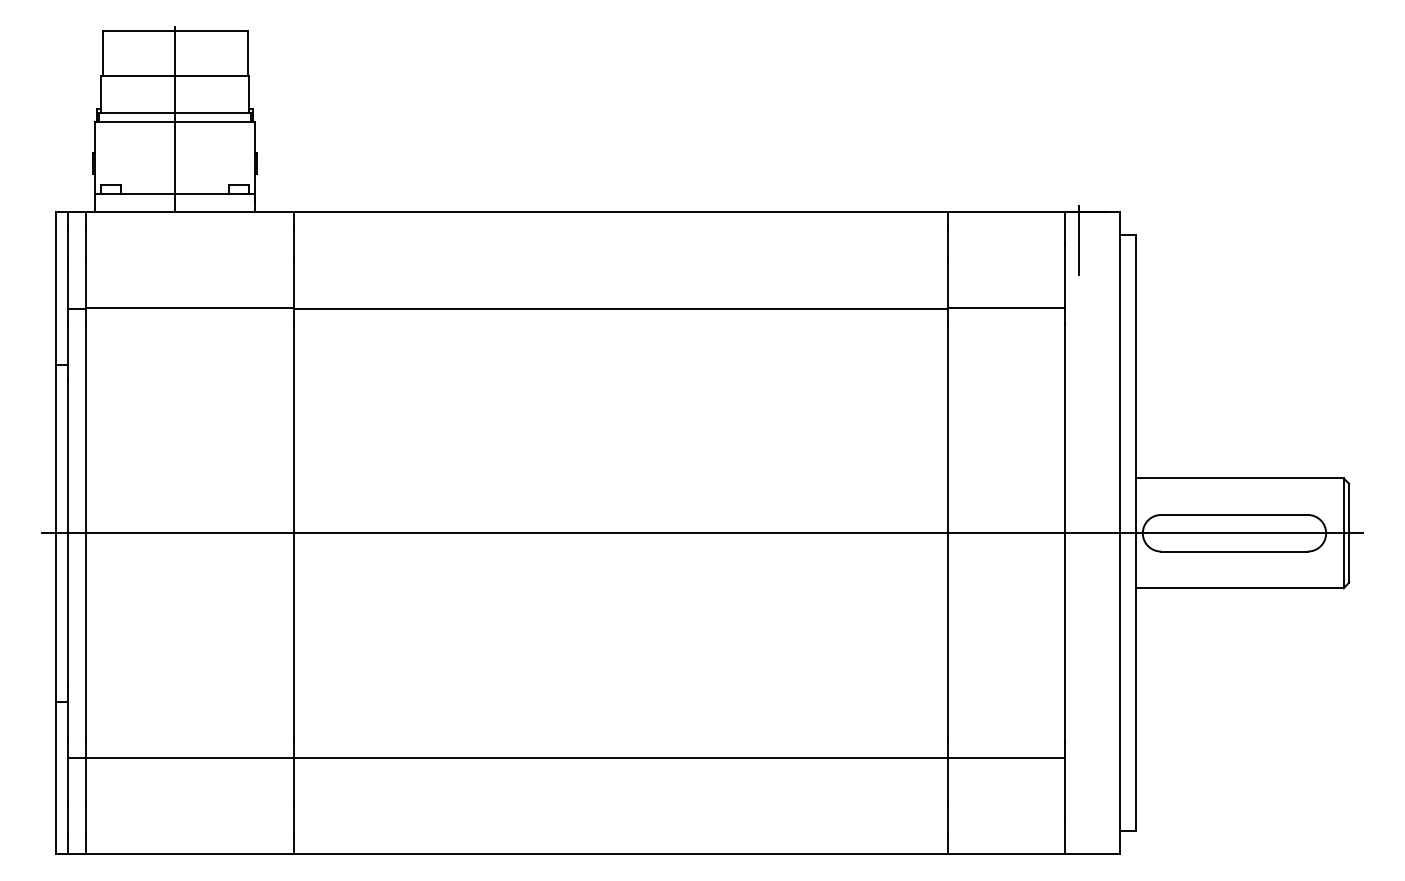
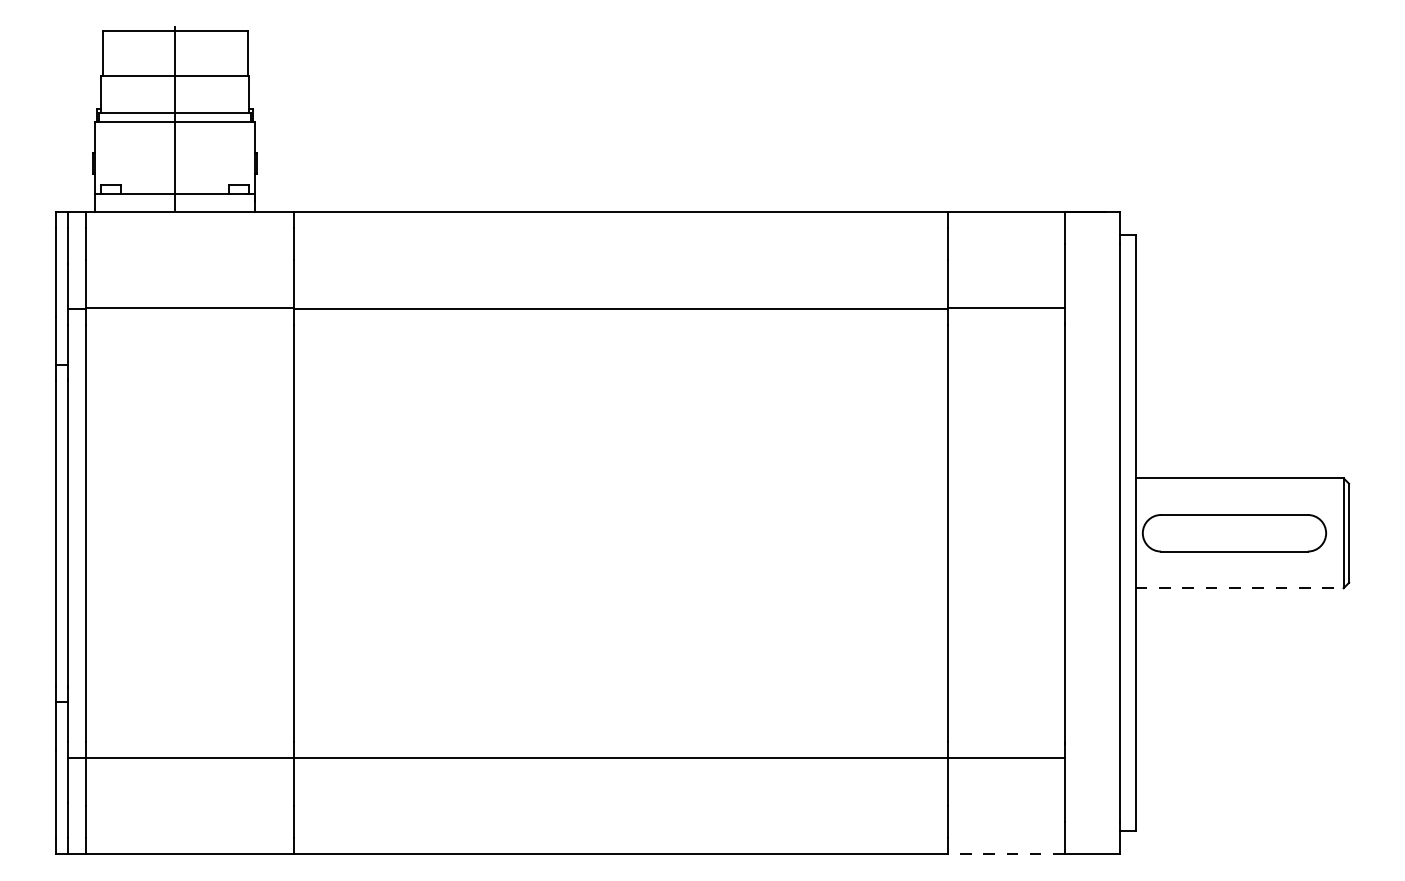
line at (1078, 240): present -> none
line at (702, 533): present -> none
line at (1239, 588): solid -> dashed
line at (1005, 854): solid -> dashed
